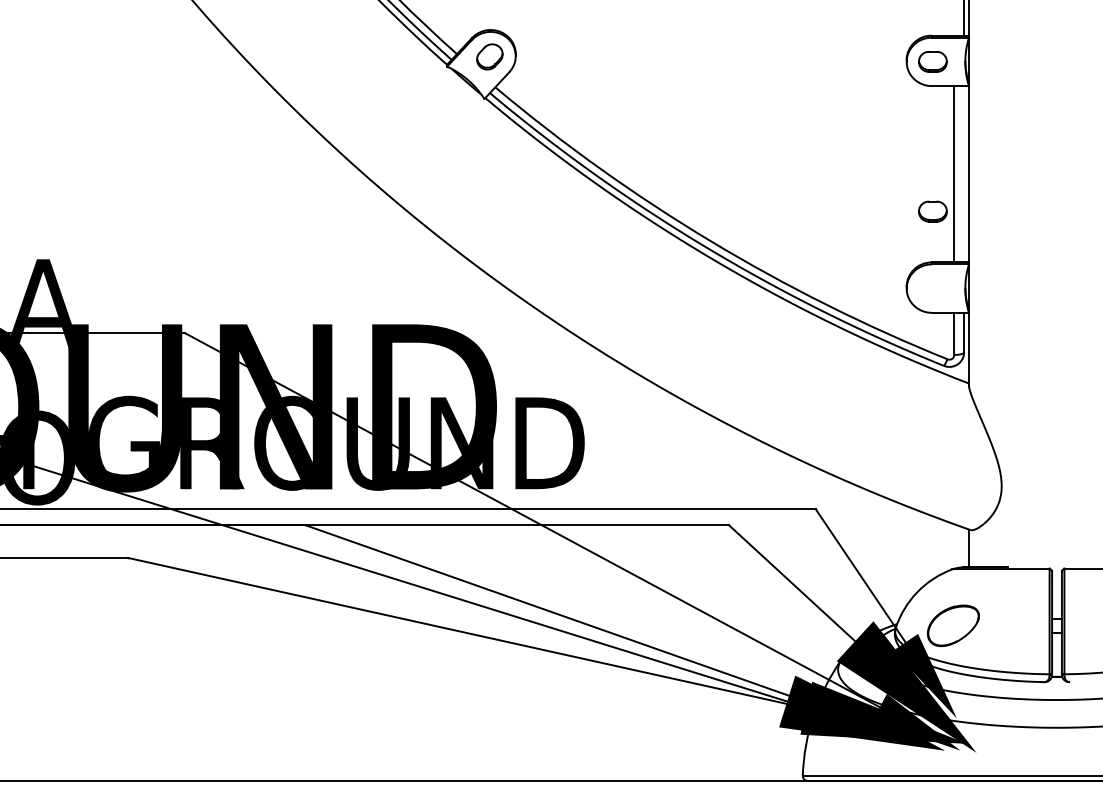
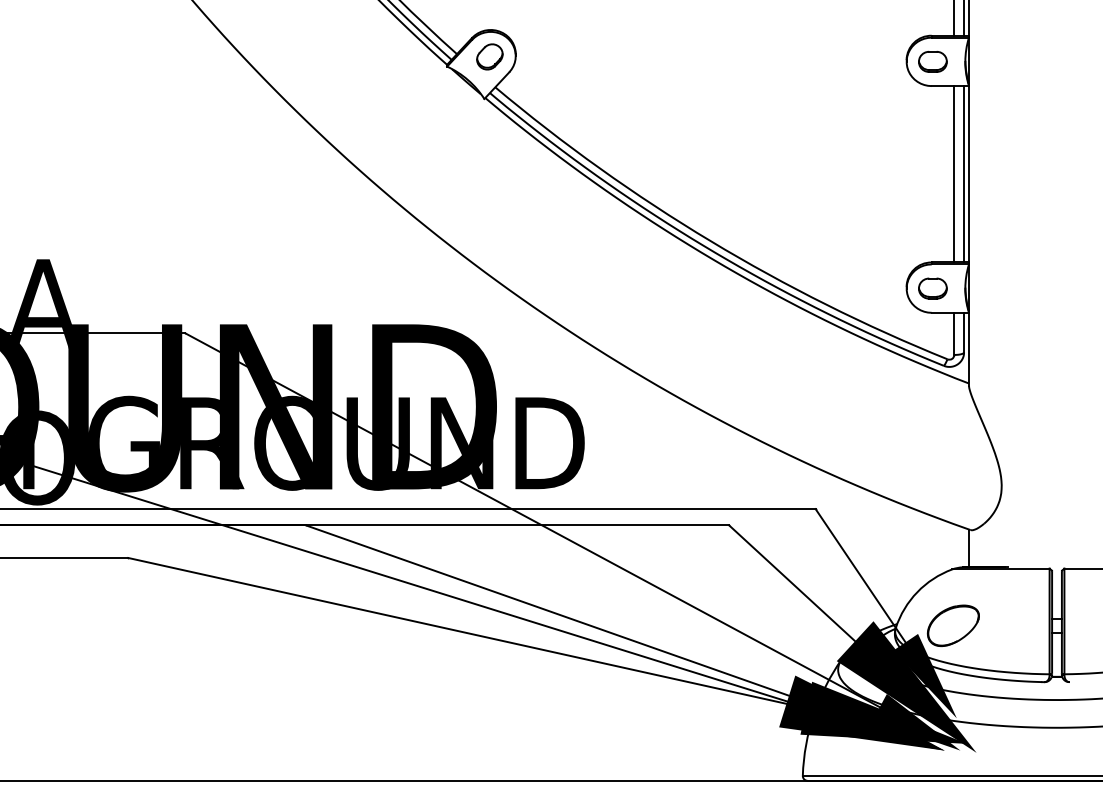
line at (954, 18): none -> present
line at (964, 174): none -> present
part at (932, 211) position: (932, 211) -> (932, 288)
